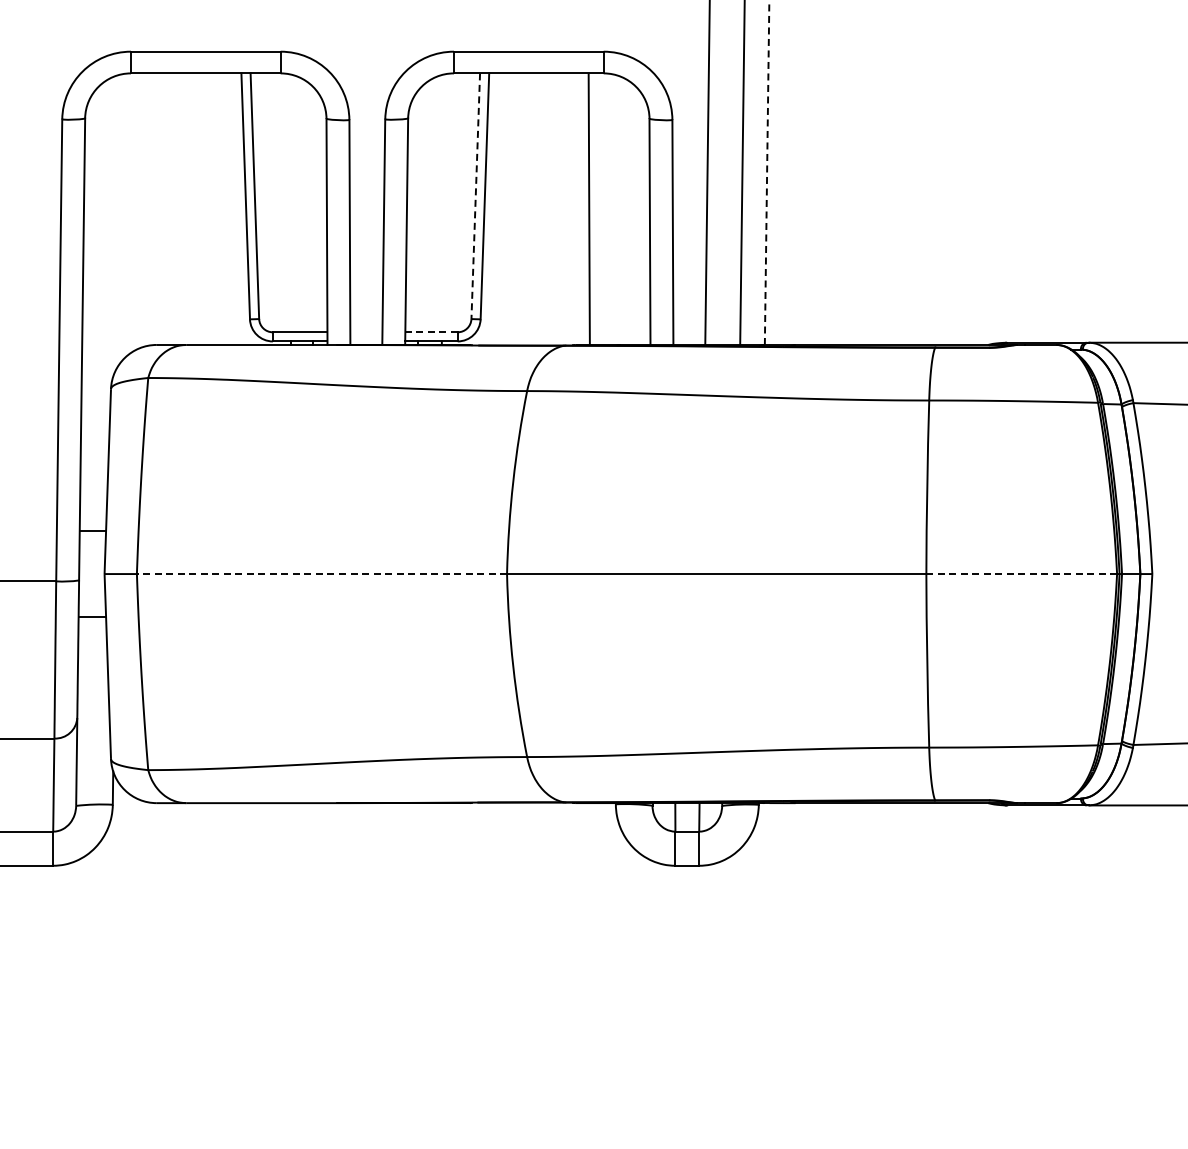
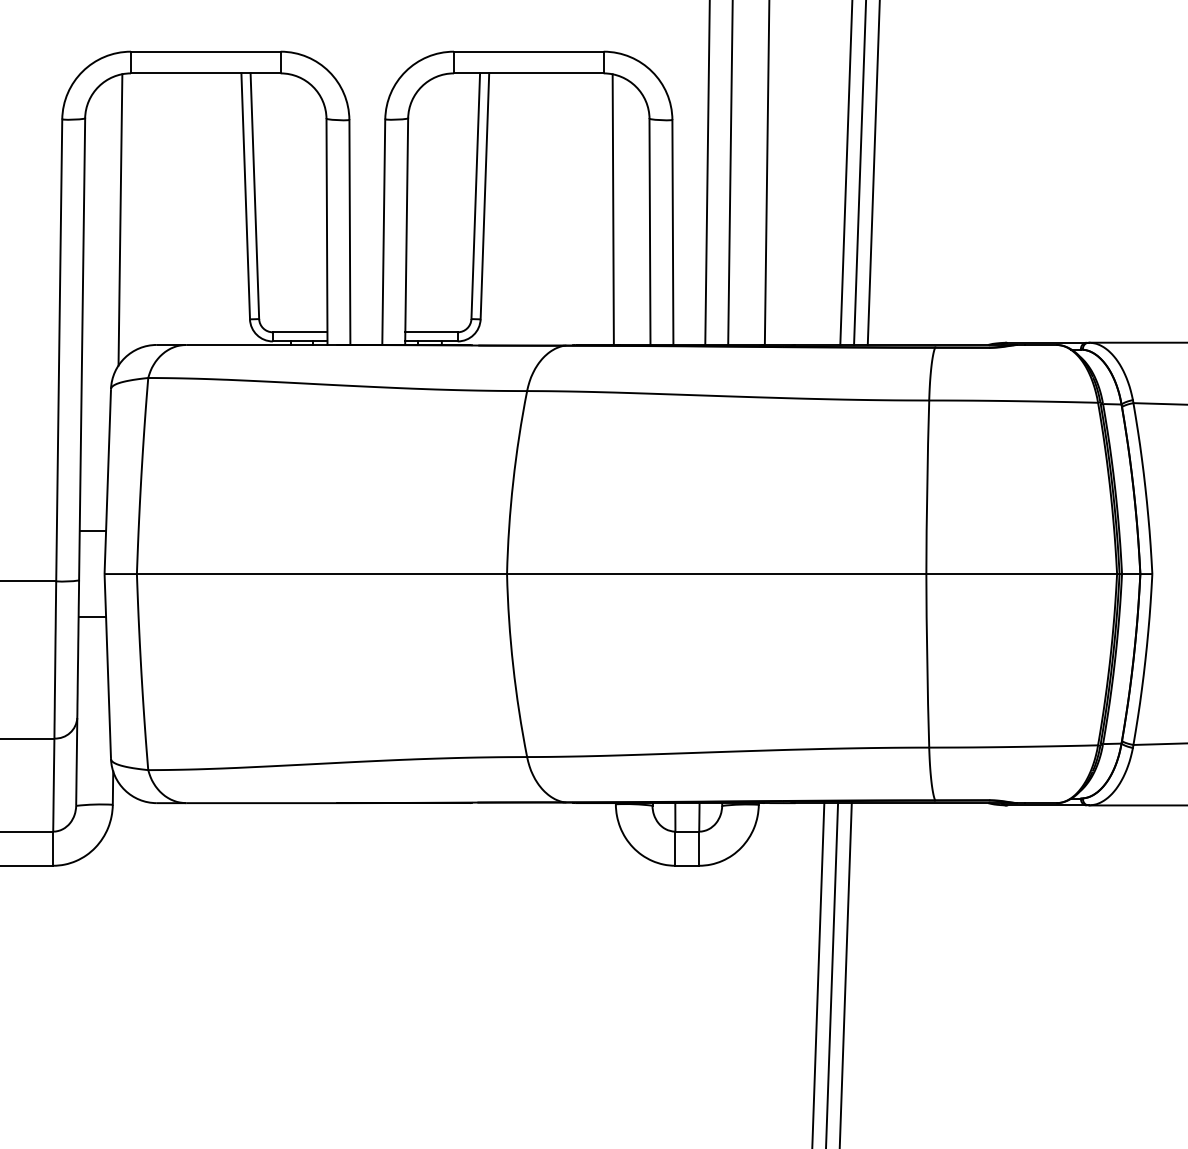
line at (767, 172): dashed -> solid
line at (742, 173) position: (742, 173) -> (730, 173)
line at (846, 173): none -> present
line at (860, 173): none -> present
line at (873, 173): none -> present
line at (475, 196): dashed -> solid
line at (588, 209) position: (588, 209) -> (612, 209)
line at (120, 219): none -> present
line at (431, 332): dashed -> solid
line at (321, 574): dashed -> solid
line at (1021, 574): dashed -> solid
line at (818, 974): none -> present
line at (832, 974): none -> present
line at (845, 974): none -> present
